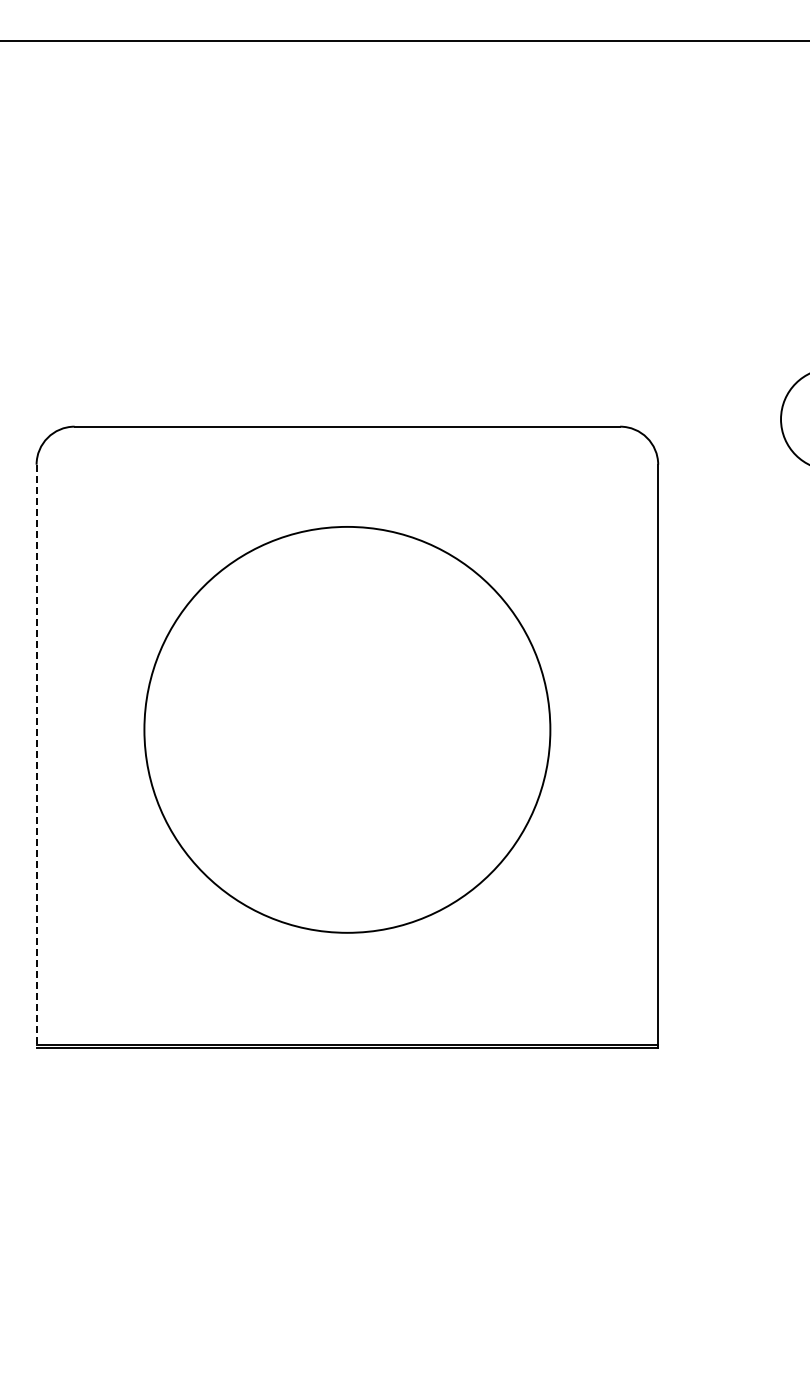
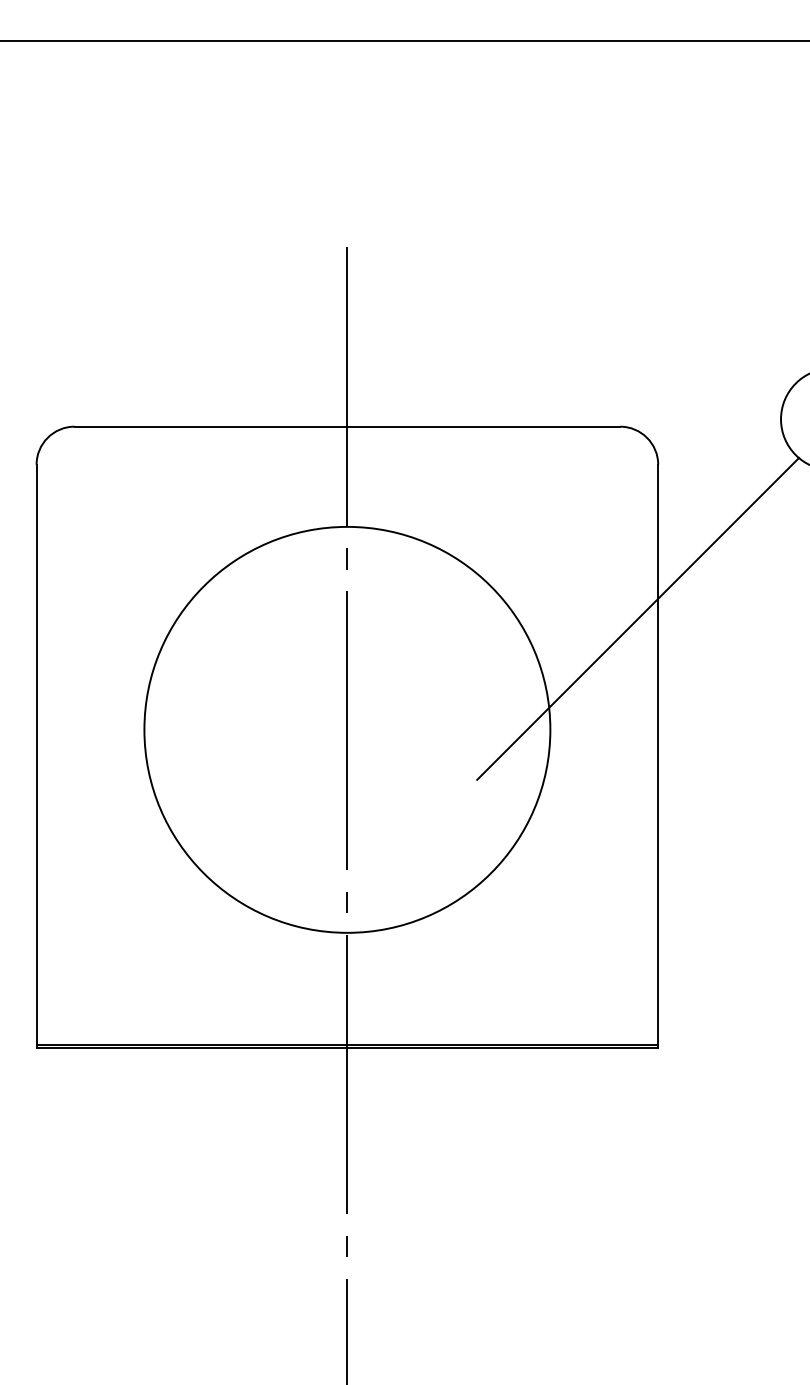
line at (638, 618): none -> present
line at (36, 756): dashed -> solid
line at (347, 814): none -> present
